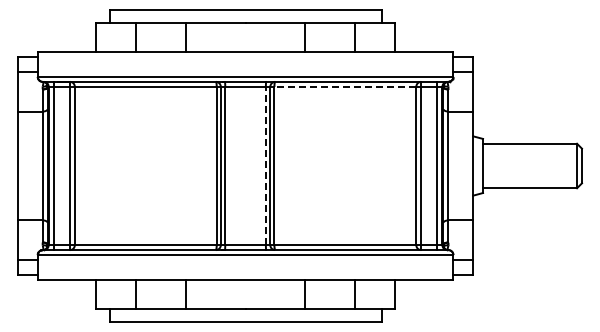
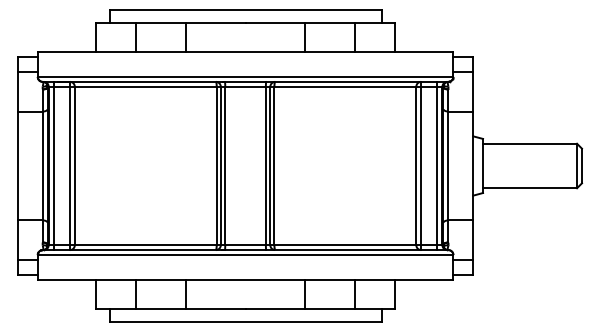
line at (345, 86): dashed -> solid
line at (265, 165): dashed -> solid
